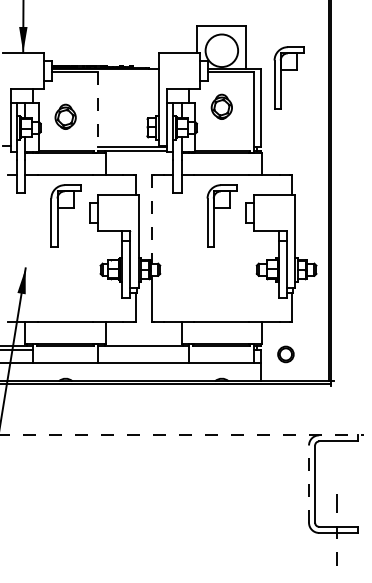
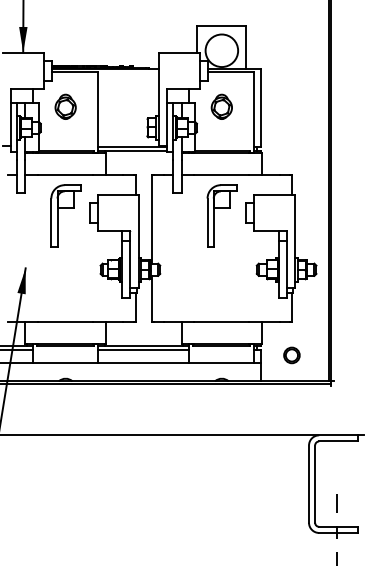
part at (288, 70): present -> none
line at (98, 112): dashed -> solid
part at (65, 116) position: (65, 116) -> (65, 106)
line at (151, 219): dashed -> solid
line at (143, 349): none -> present
part at (285, 354) position: (285, 354) -> (291, 355)
line at (182, 435): dashed -> solid
line at (309, 484): dashed -> solid
